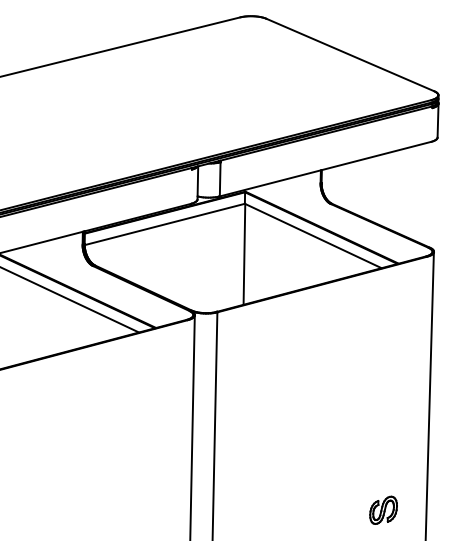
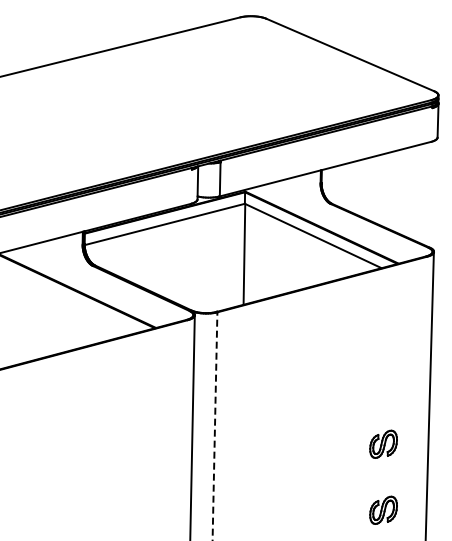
line at (70, 300): present -> none
line at (215, 426): solid -> dashed
part at (383, 443): none -> present
